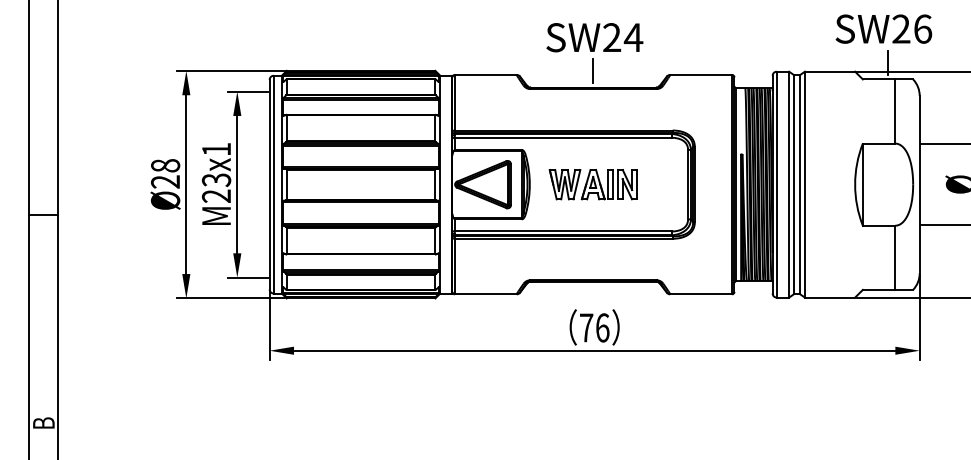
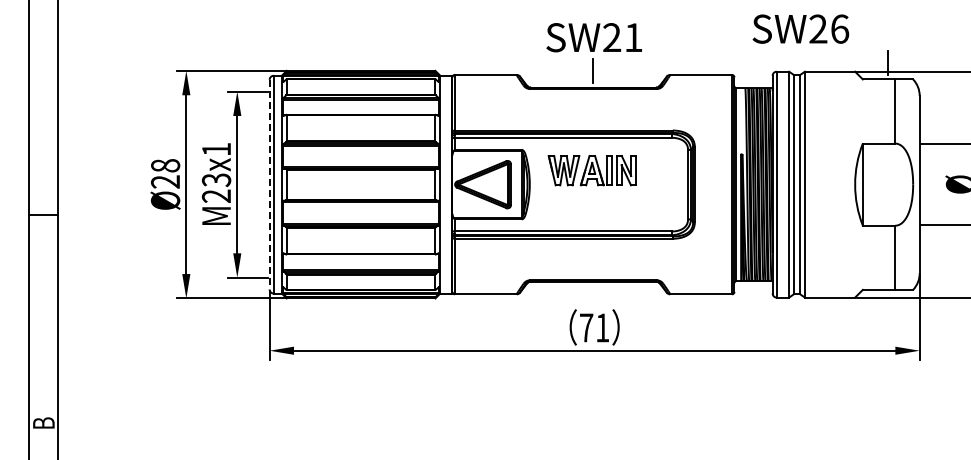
text at (883, 28) position: (883, 28) -> (800, 28)
text at (633, 37): SW24 -> SW21
line at (269, 184): solid -> dashed
part at (592, 184) position: (592, 184) -> (591, 170)
text at (602, 327): 76 -> 71
